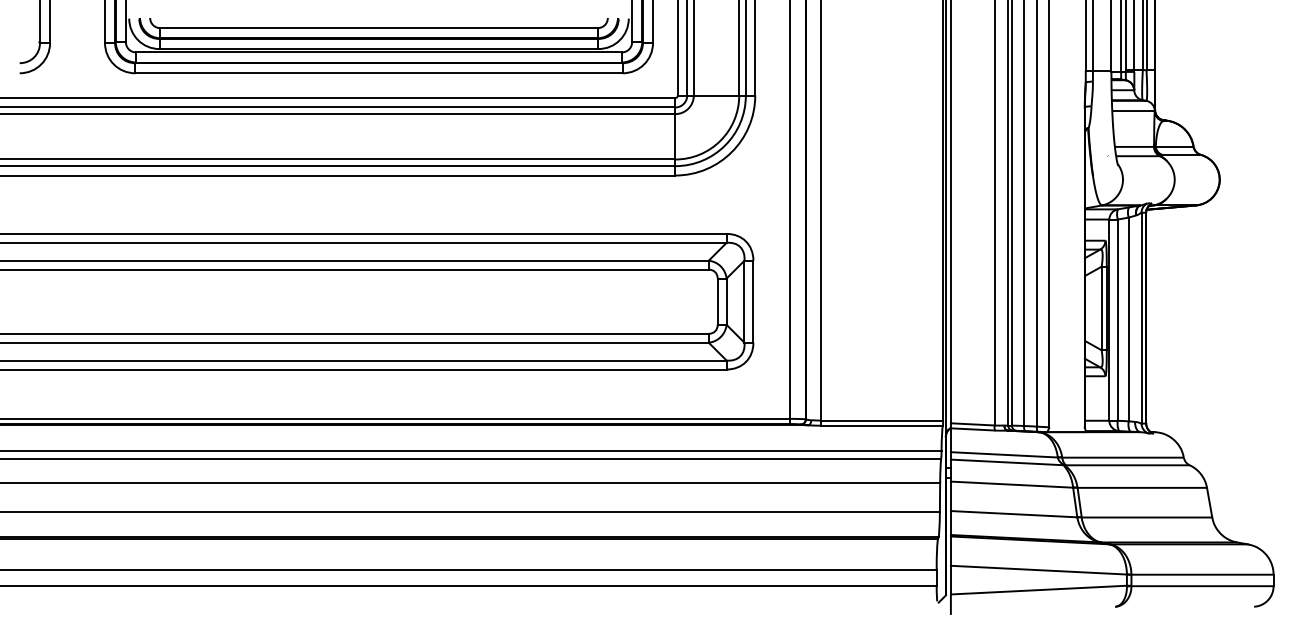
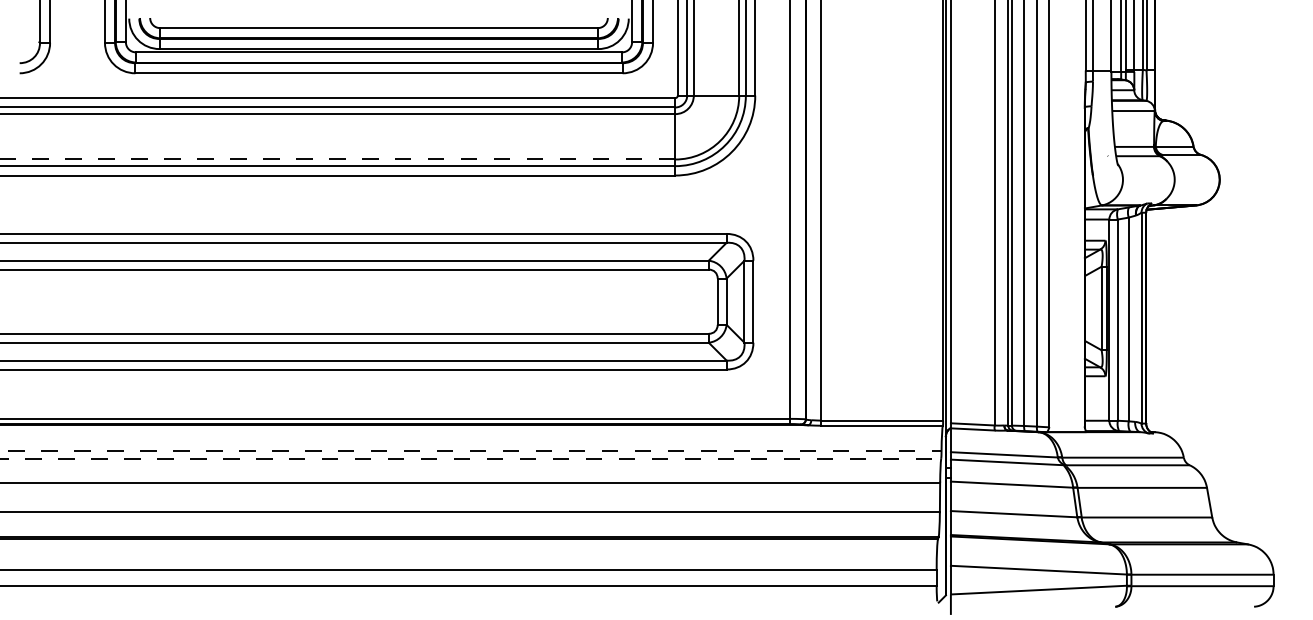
line at (337, 159): solid -> dashed
line at (471, 450): solid -> dashed
line at (471, 458): solid -> dashed
